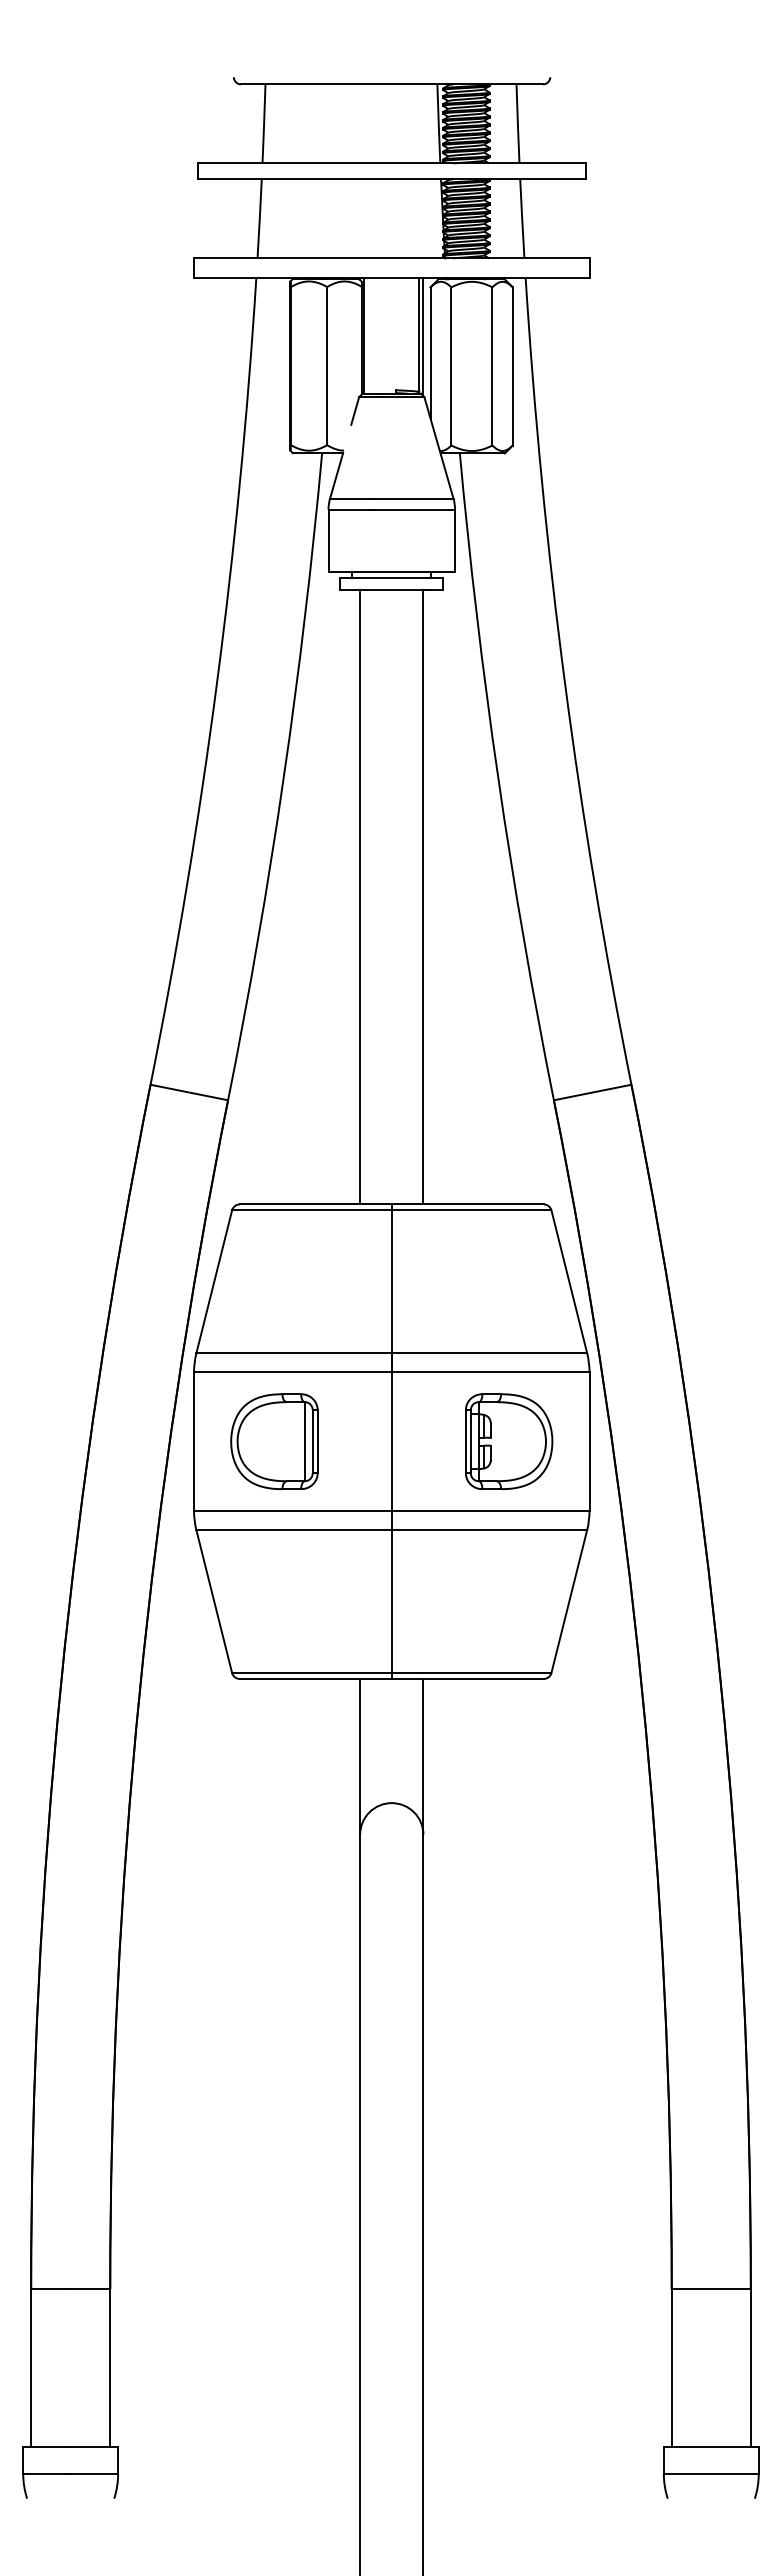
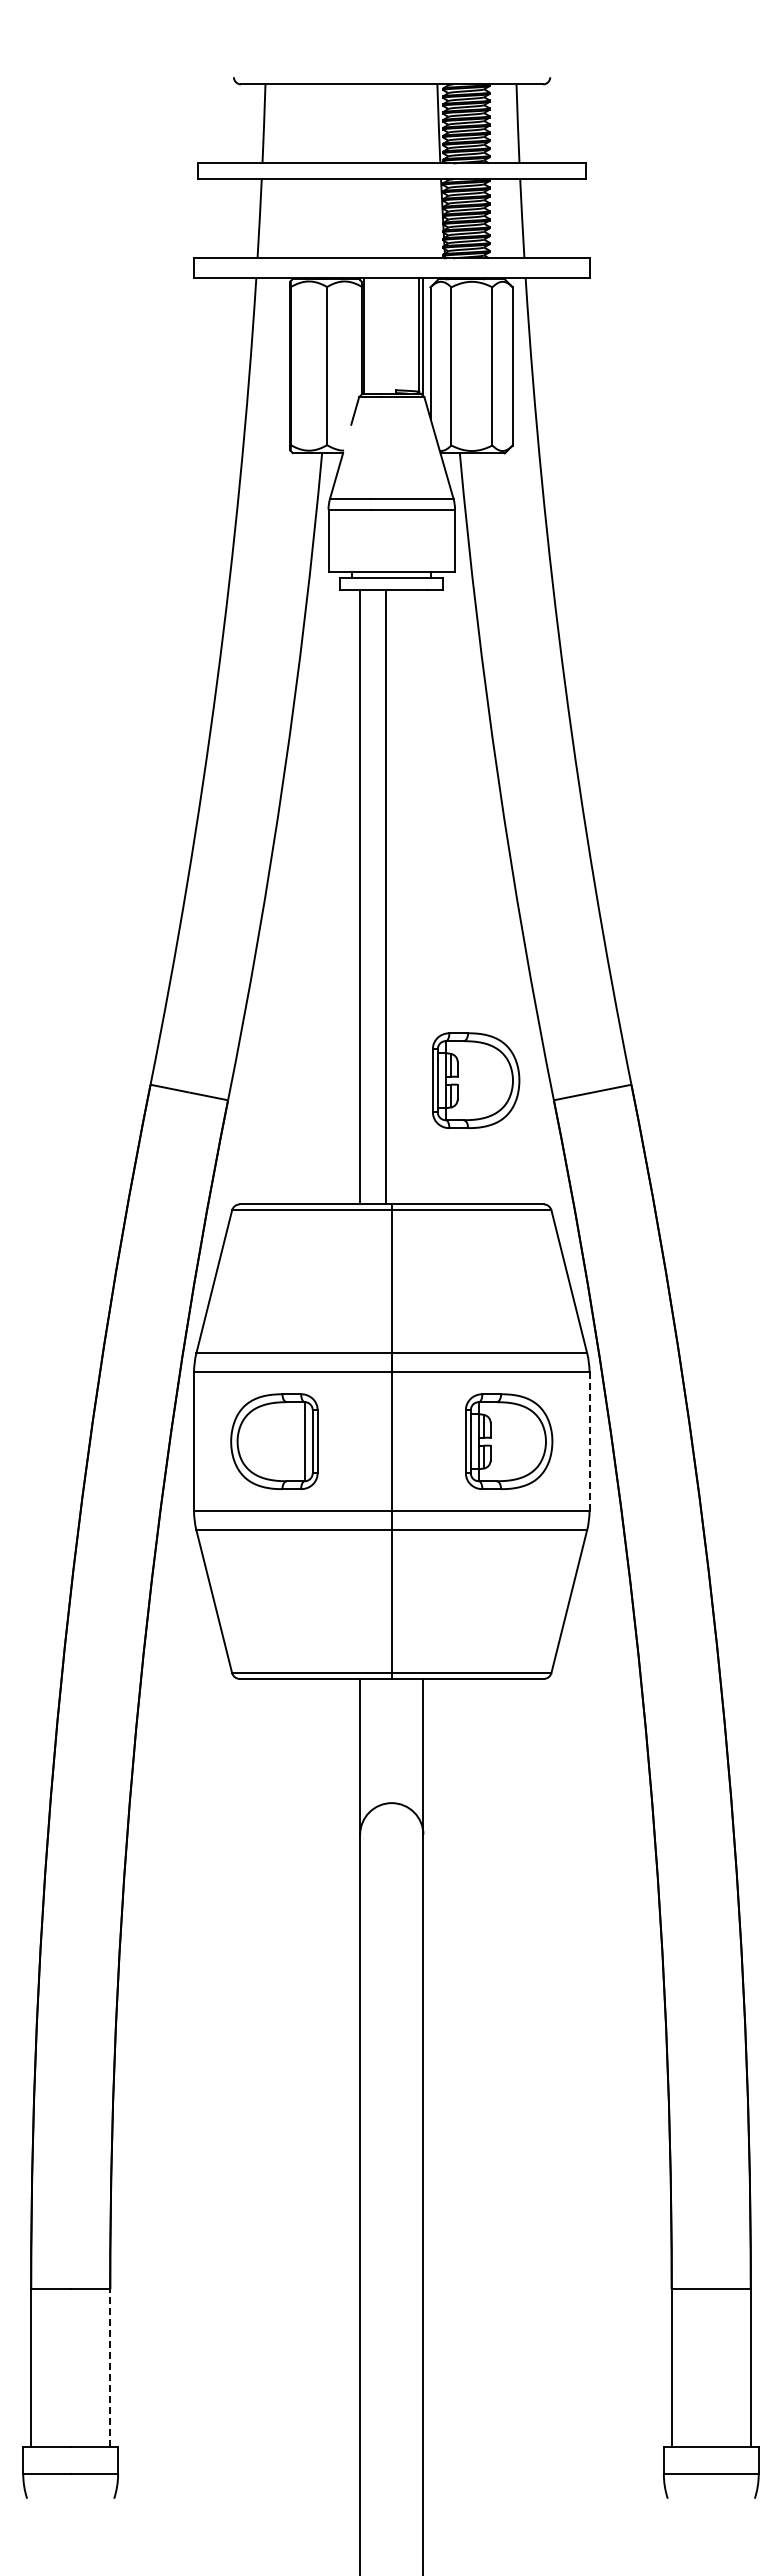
line at (423, 896) position: (423, 896) -> (386, 896)
part at (476, 1080): none -> present
line at (589, 1441): solid -> dashed
line at (110, 2367): solid -> dashed
